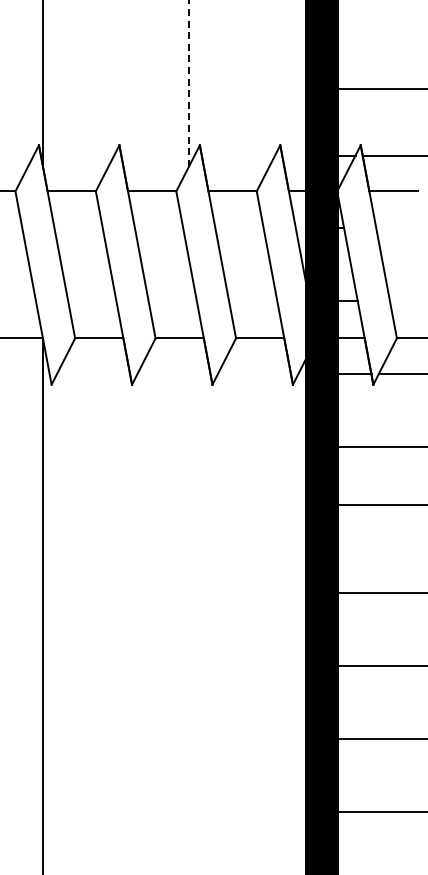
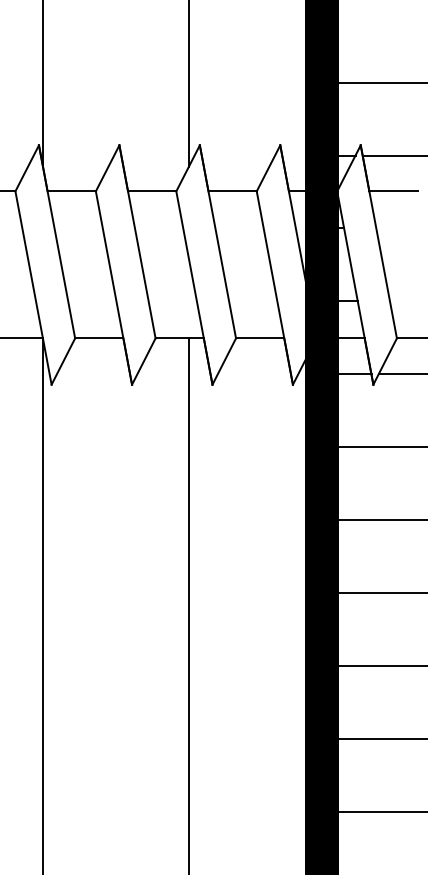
line at (188, 83): dashed -> solid
line at (381, 88) position: (381, 88) -> (381, 82)
line at (381, 505) position: (381, 505) -> (381, 520)
line at (188, 604): none -> present
